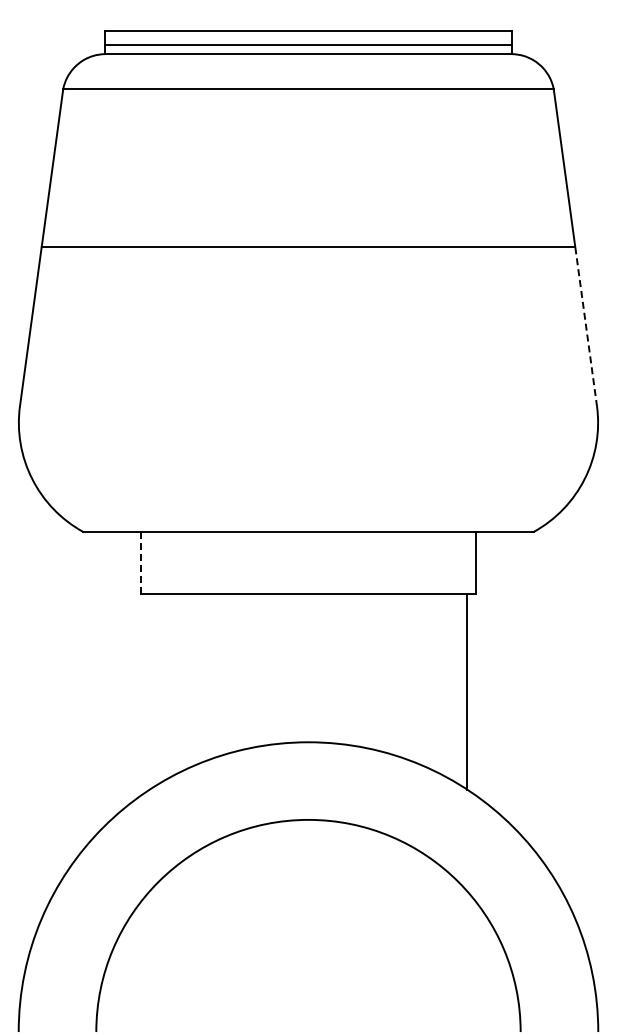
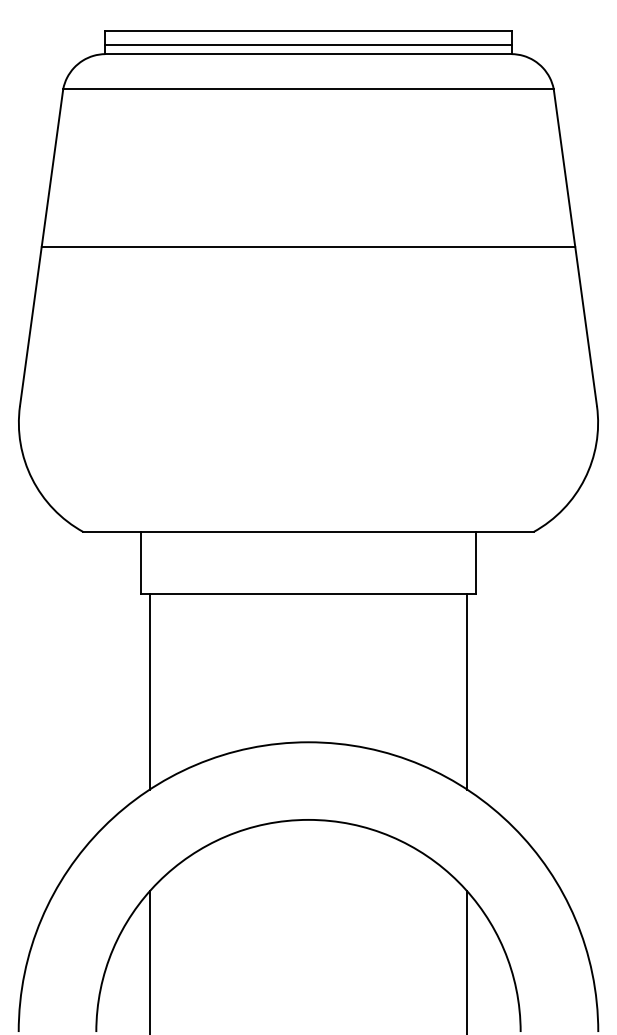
line at (586, 327): dashed -> solid
line at (141, 562): dashed -> solid
line at (149, 691): none -> present
line at (149, 961): none -> present
line at (467, 961): none -> present
